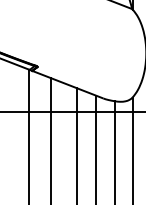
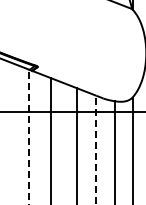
line at (29, 136): solid -> dashed
line at (96, 149): solid -> dashed
